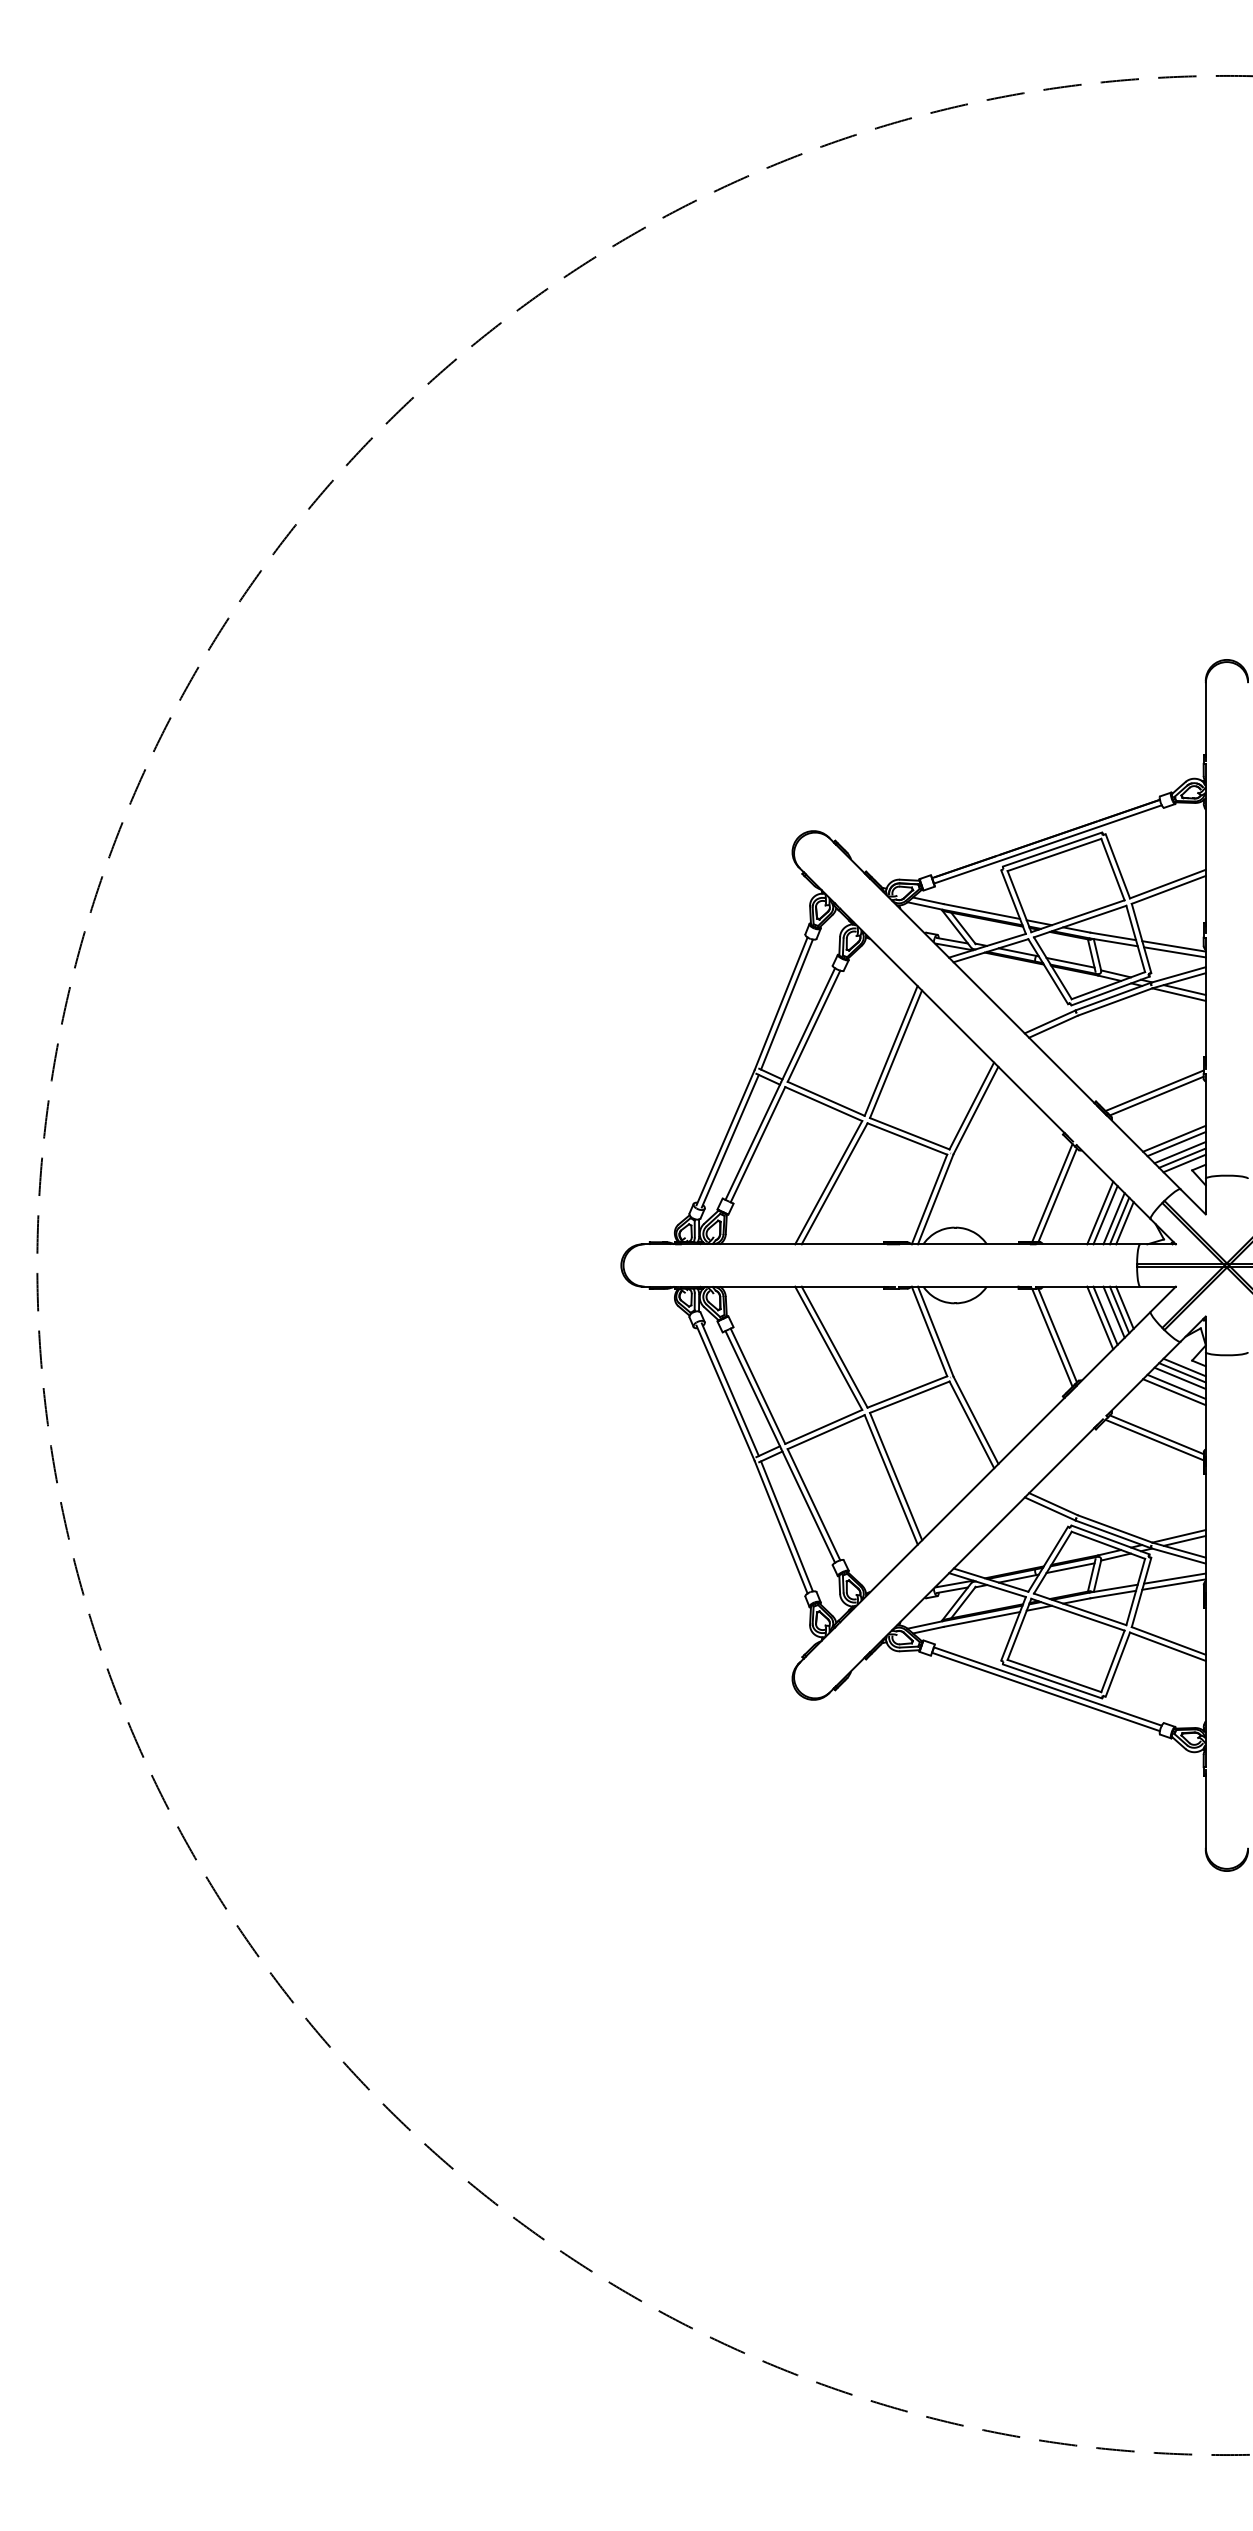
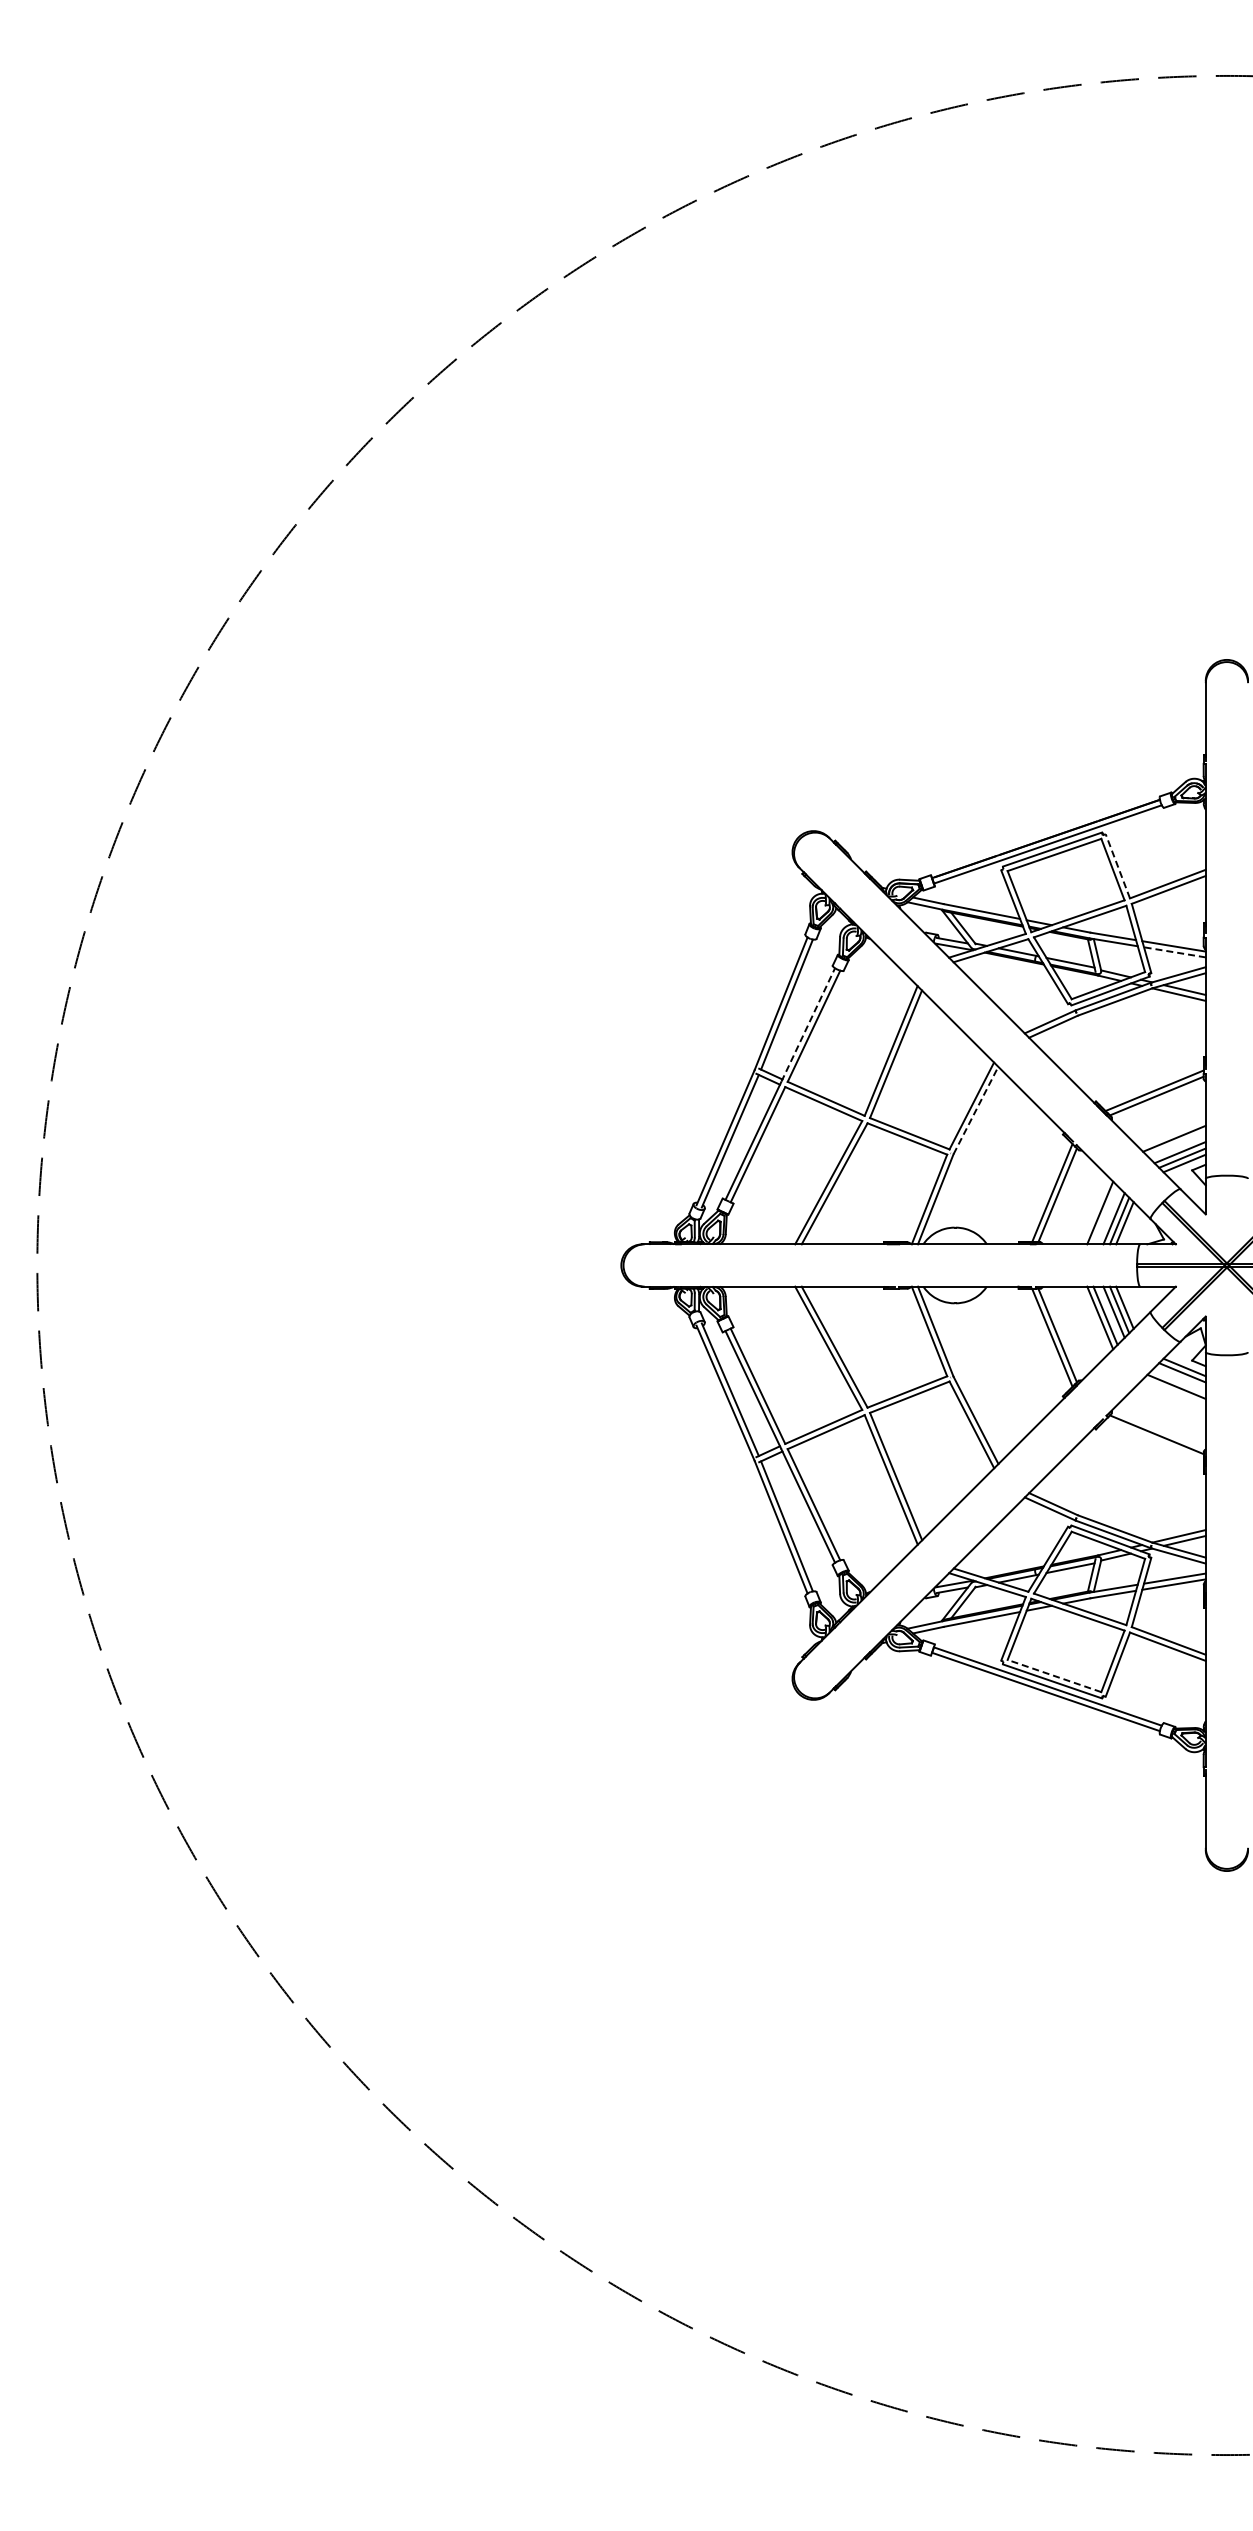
line at (1117, 865): solid -> dashed
line at (1174, 952): solid -> dashed
line at (808, 1024): solid -> dashed
line at (976, 1110): solid -> dashed
line at (1176, 1144): present -> none
line at (1105, 1215): present -> none
line at (1179, 1377): present -> none
line at (1174, 1392): present -> none
line at (1154, 1439): present -> none
line at (1054, 1676): solid -> dashed
